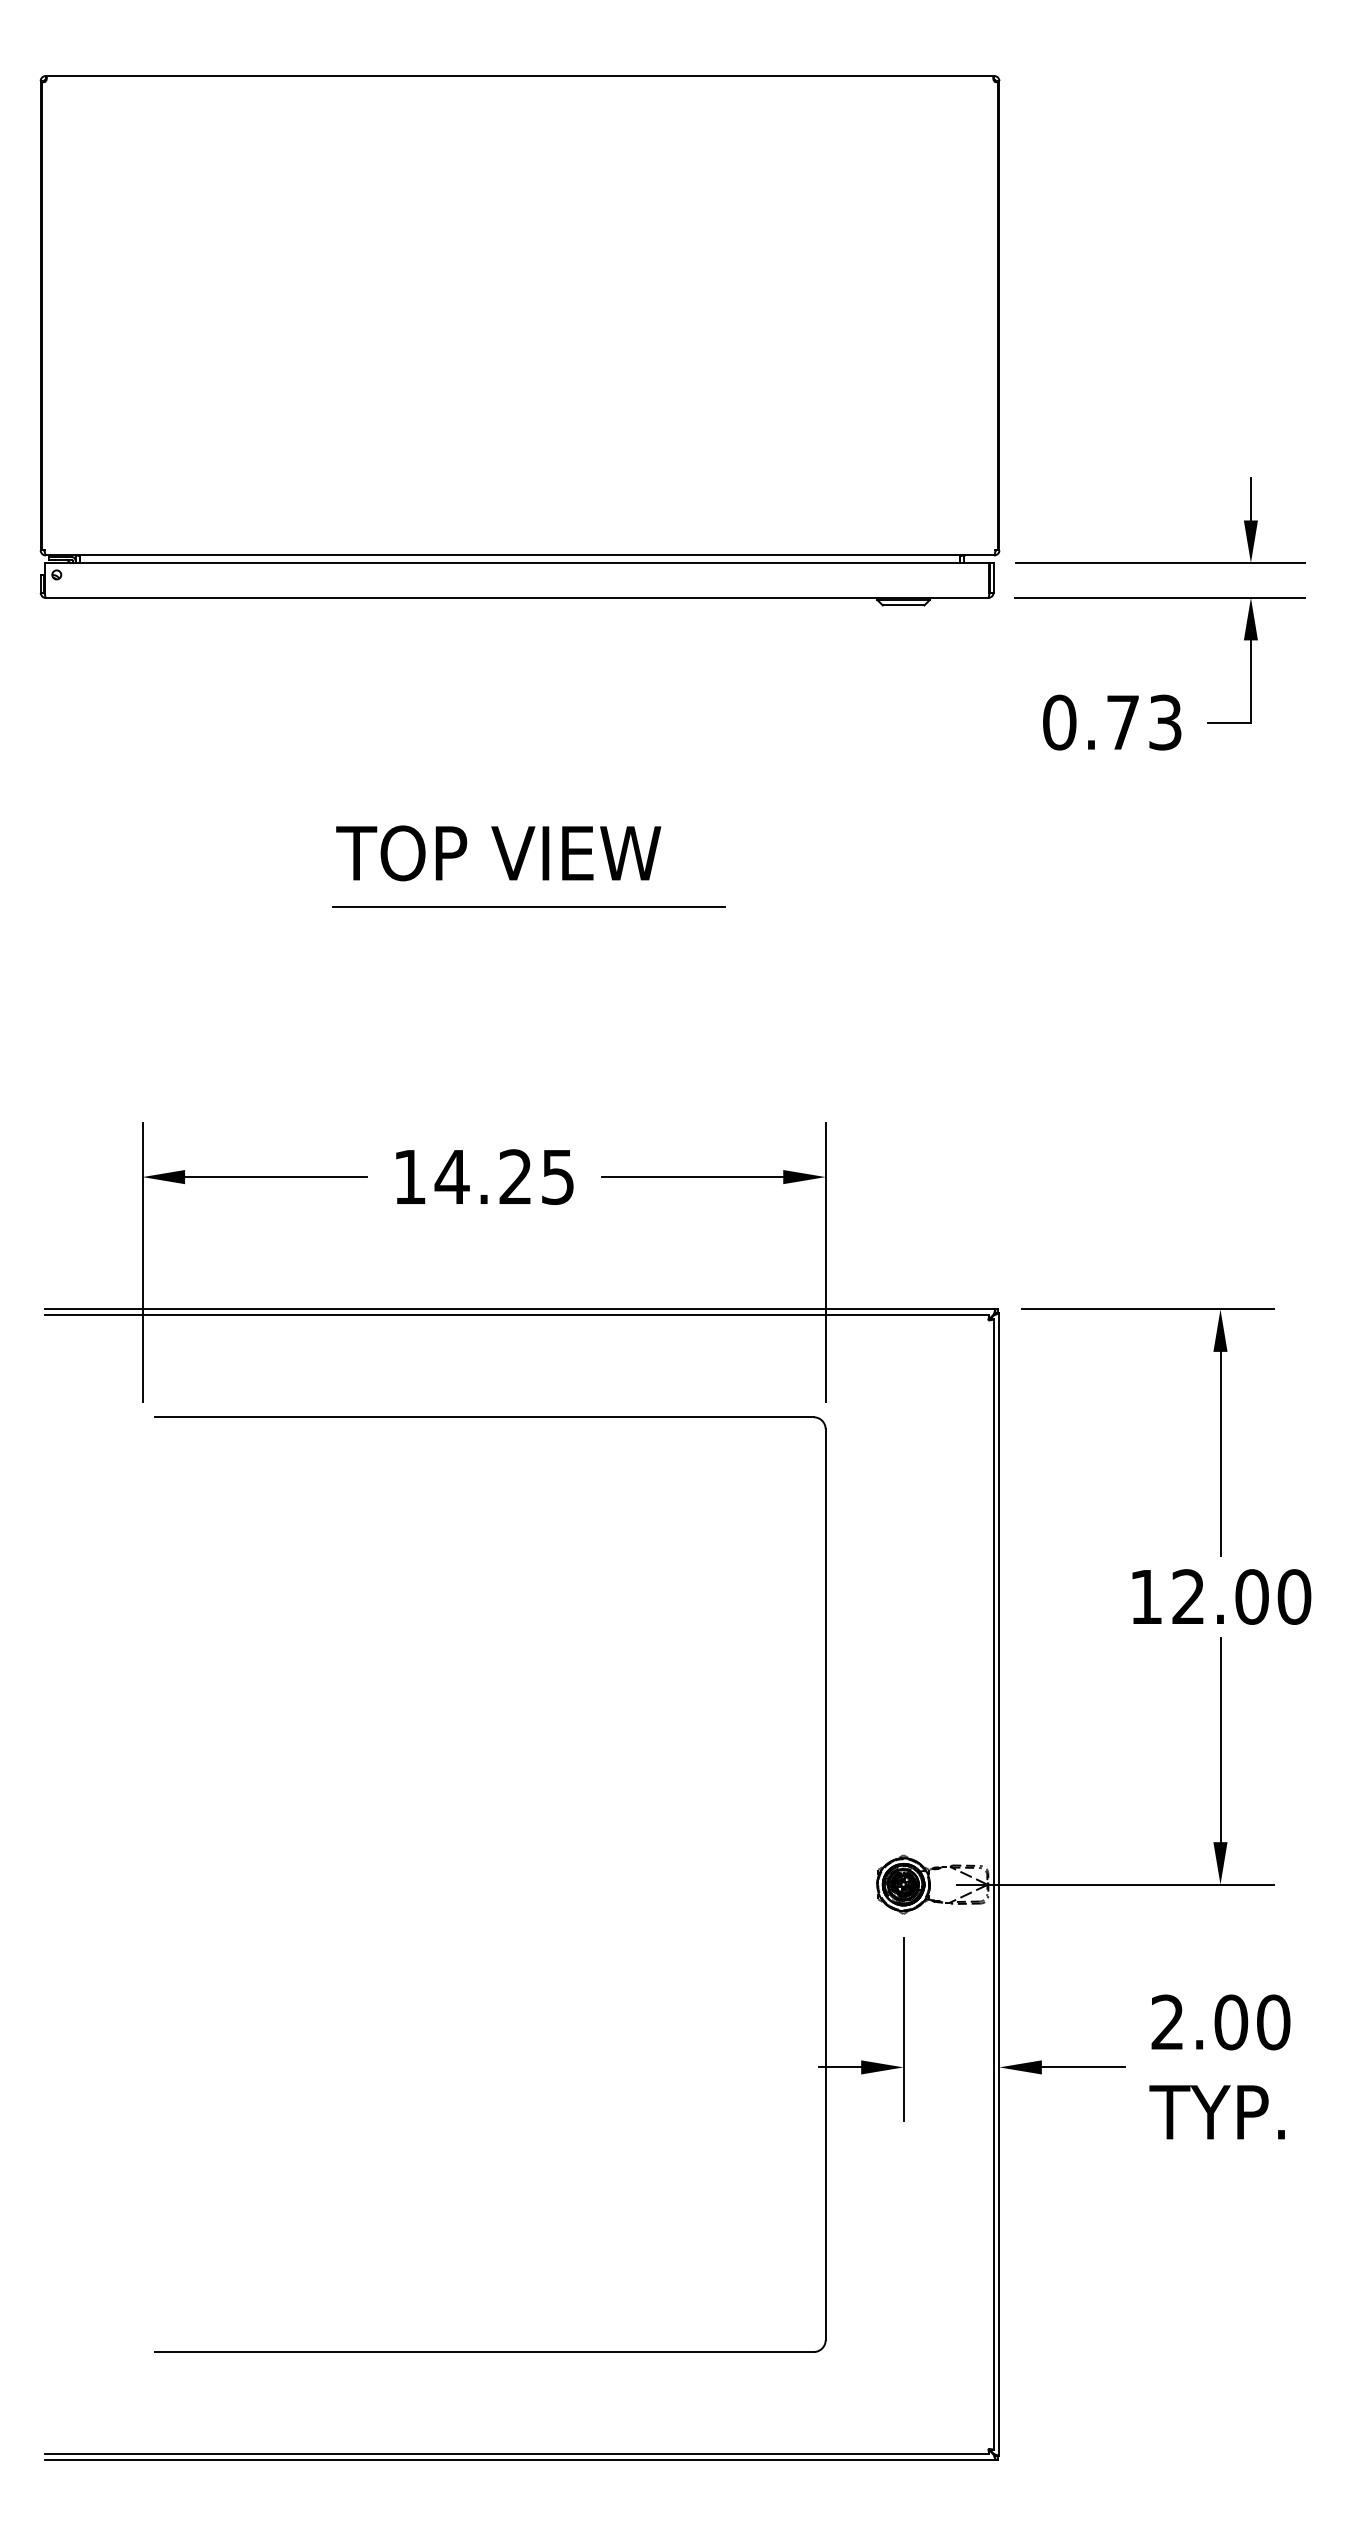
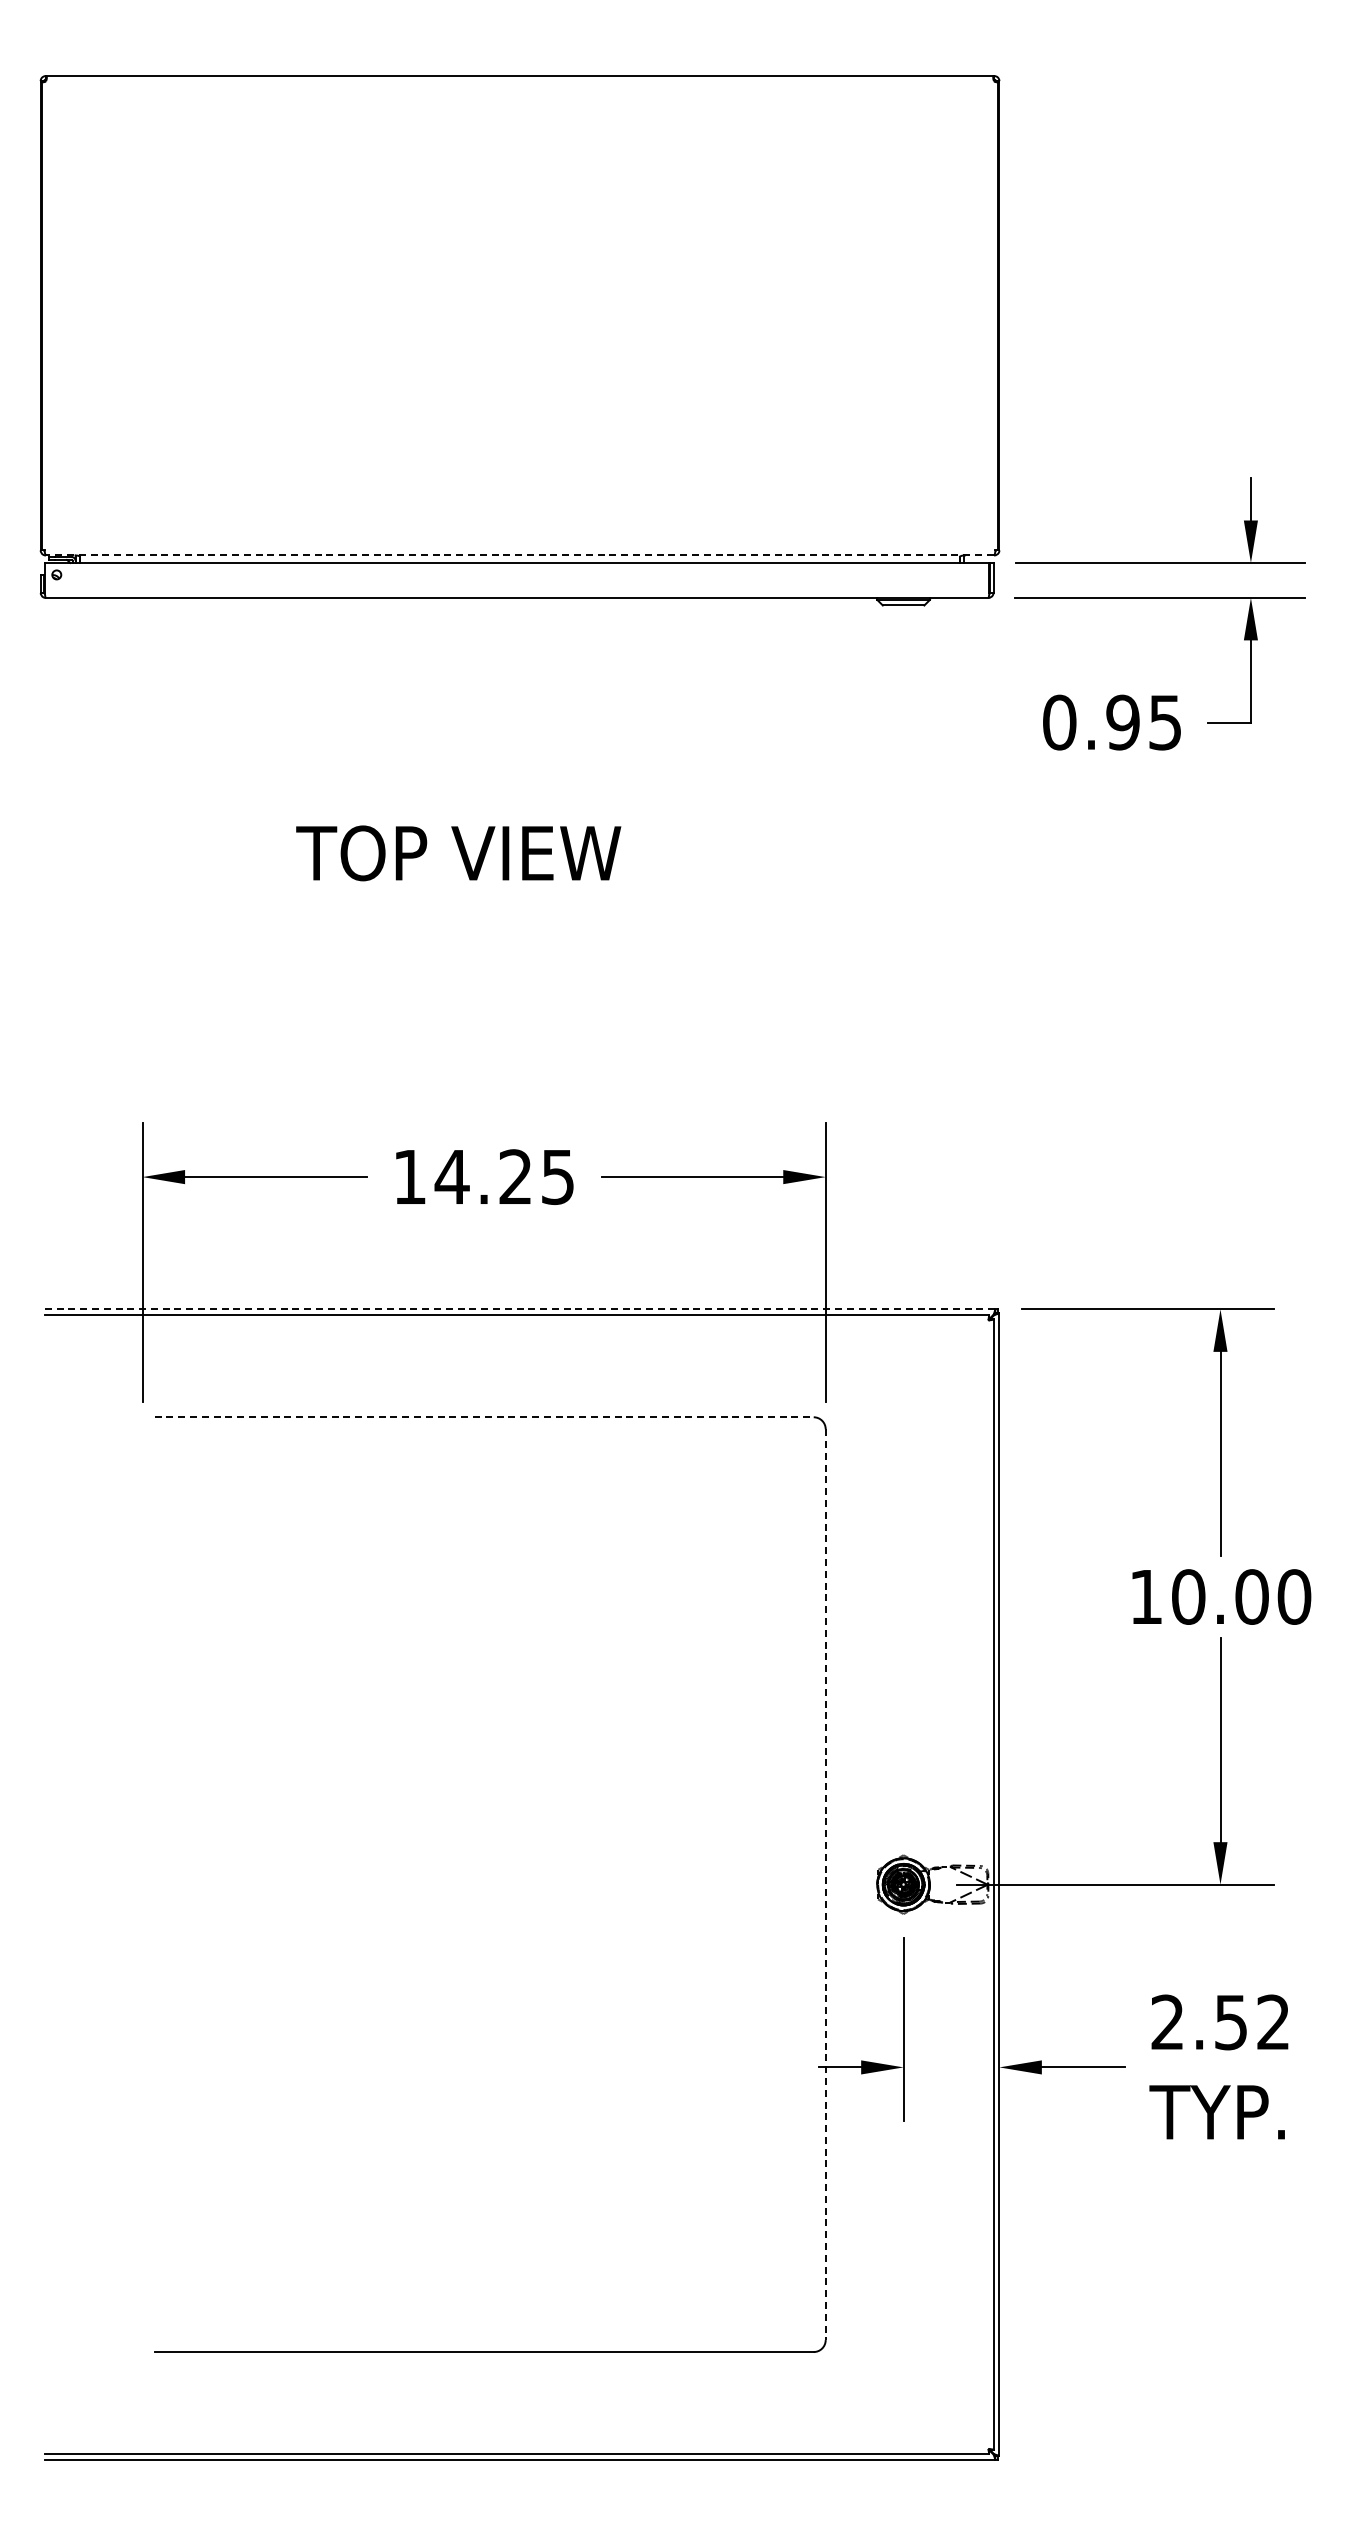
line at (520, 555): solid -> dashed
text at (1143, 722): 0.73 -> 0.95
text at (498, 853) position: (498, 853) -> (458, 853)
line at (528, 907): present -> none
line at (520, 1309): solid -> dashed
line at (484, 1417): solid -> dashed
text at (1188, 1596): 12.00 -> 10.00
line at (825, 1885): solid -> dashed
text at (1252, 2022): 2.00 -> 2.52
